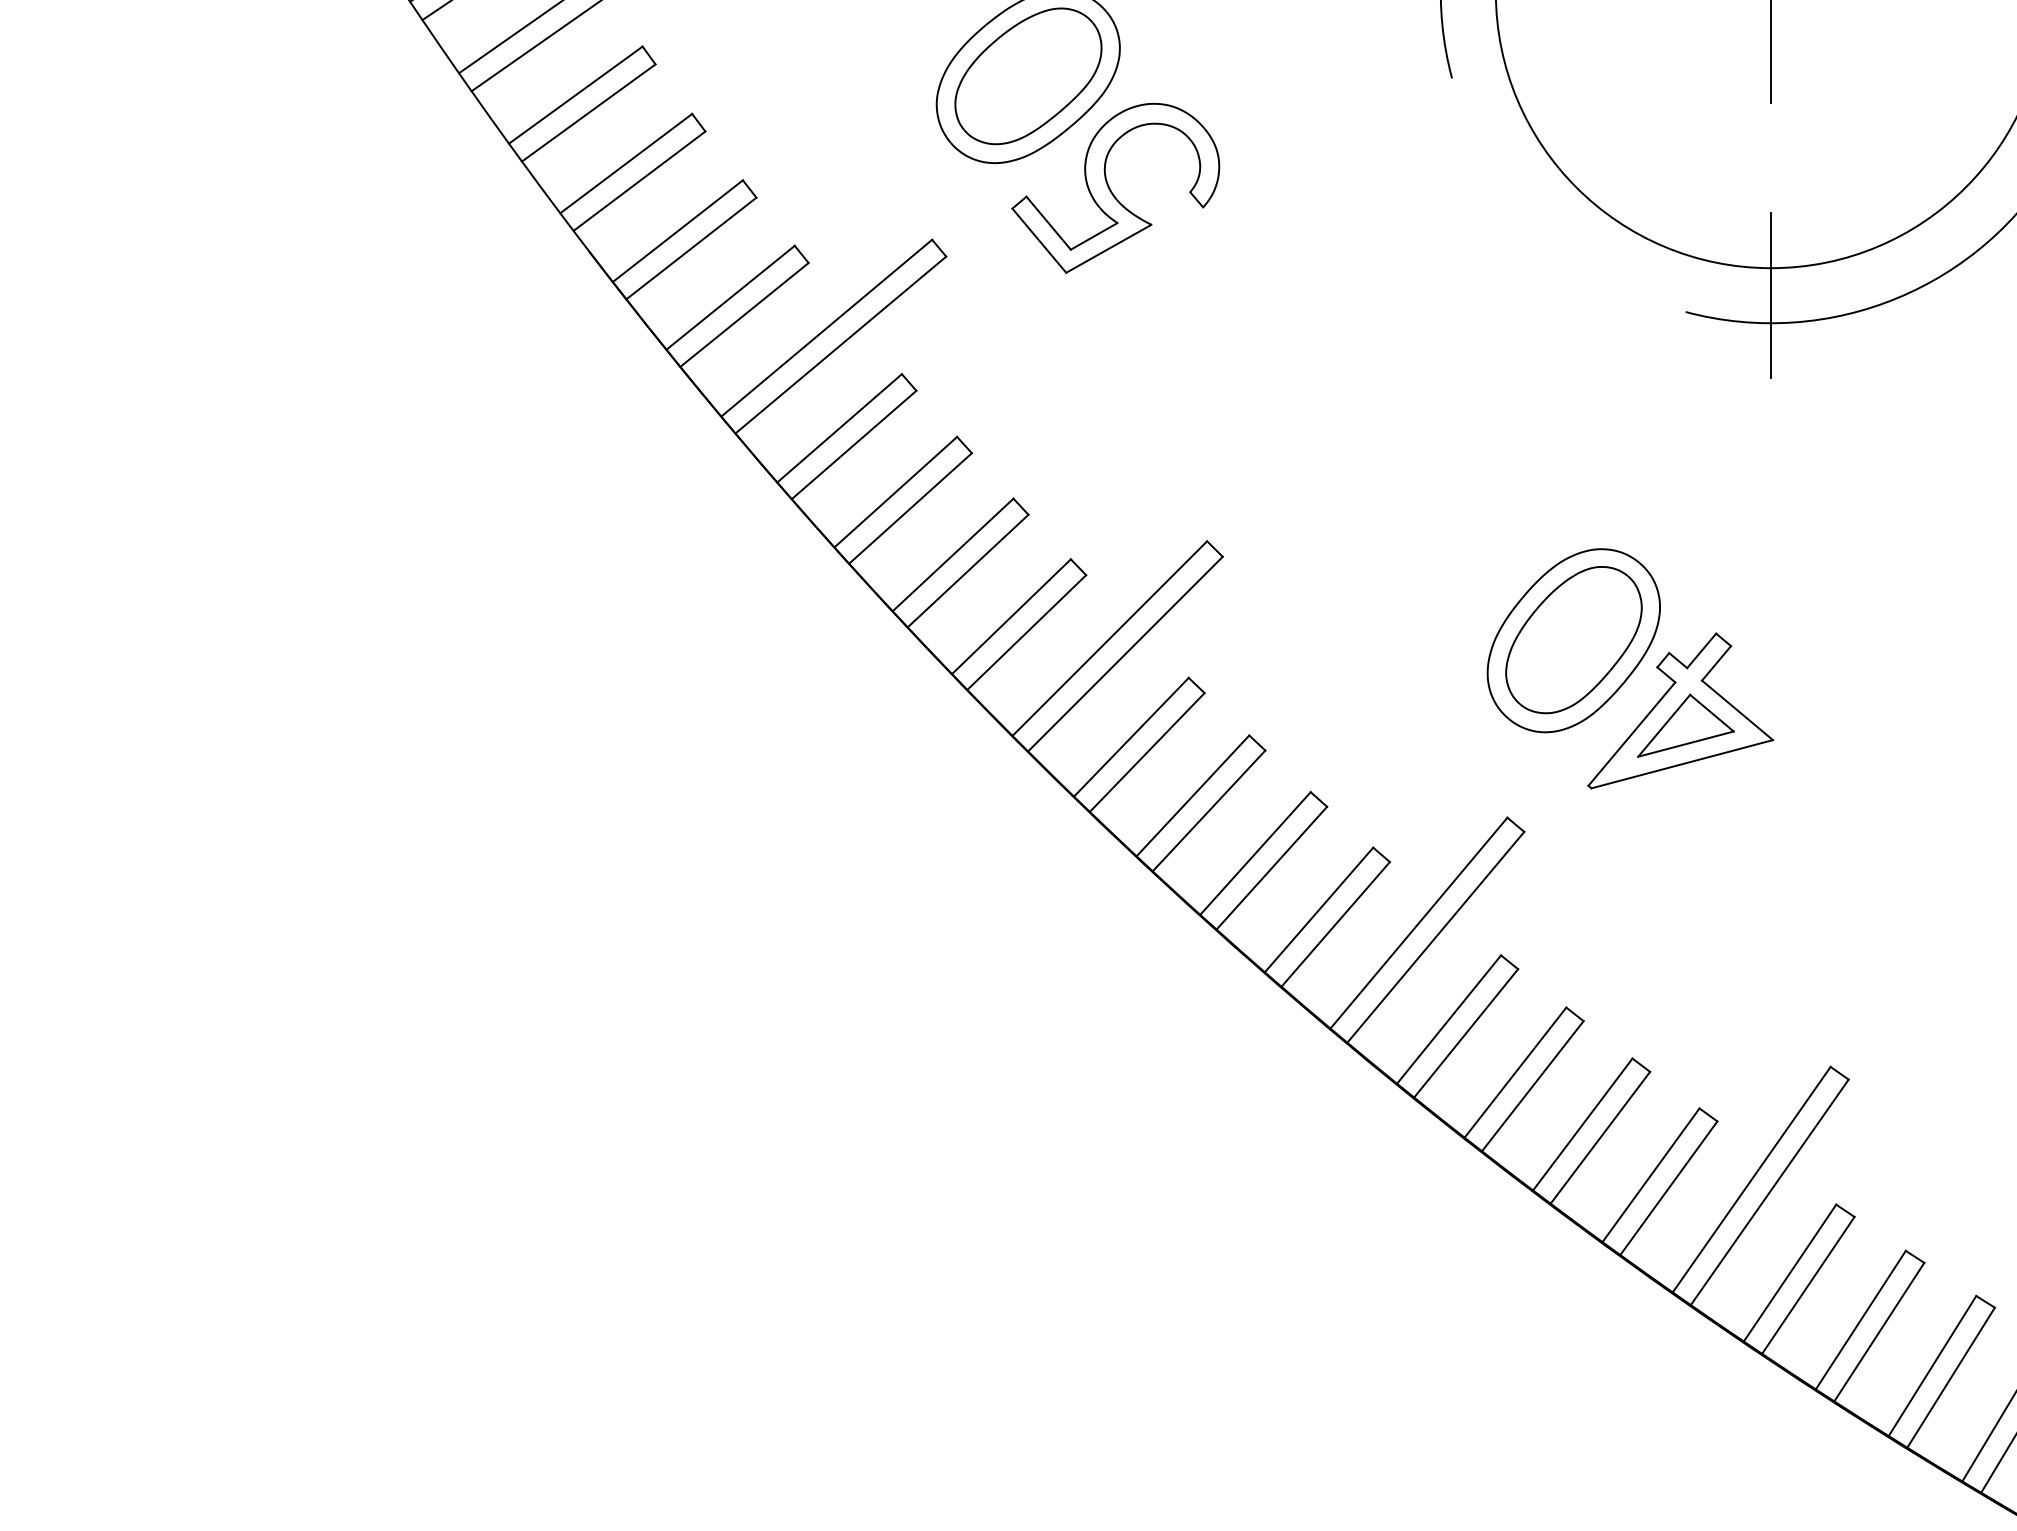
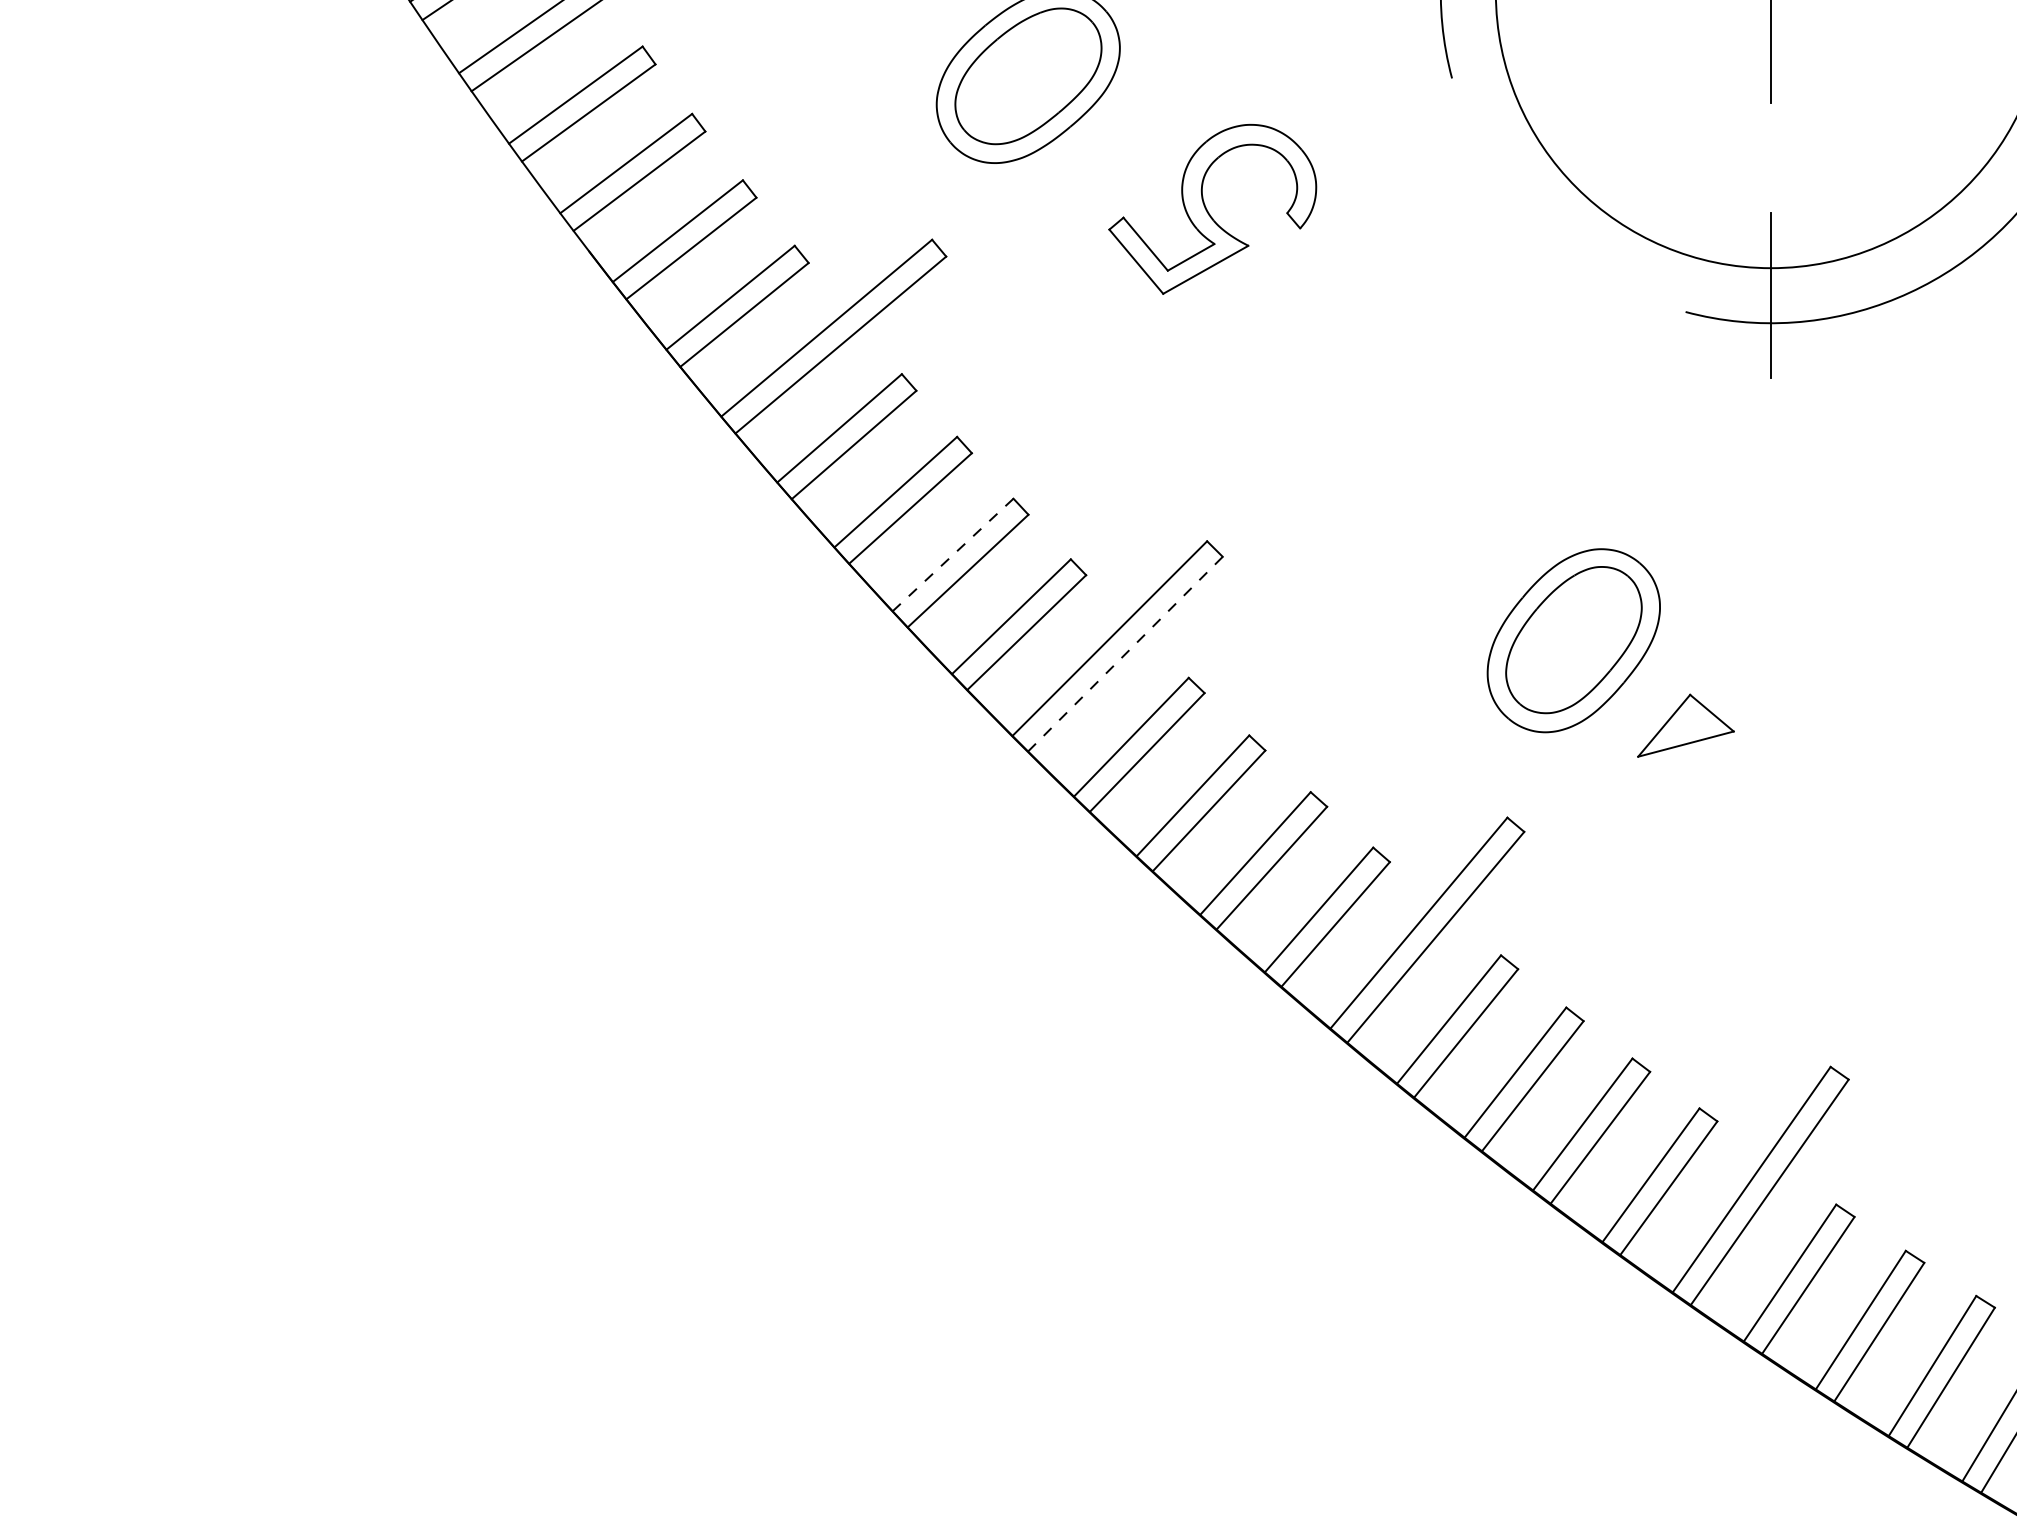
part at (1115, 188) position: (1115, 188) -> (1212, 209)
line at (953, 554): solid -> dashed
line at (1125, 654): solid -> dashed
part at (1680, 710): present -> none
